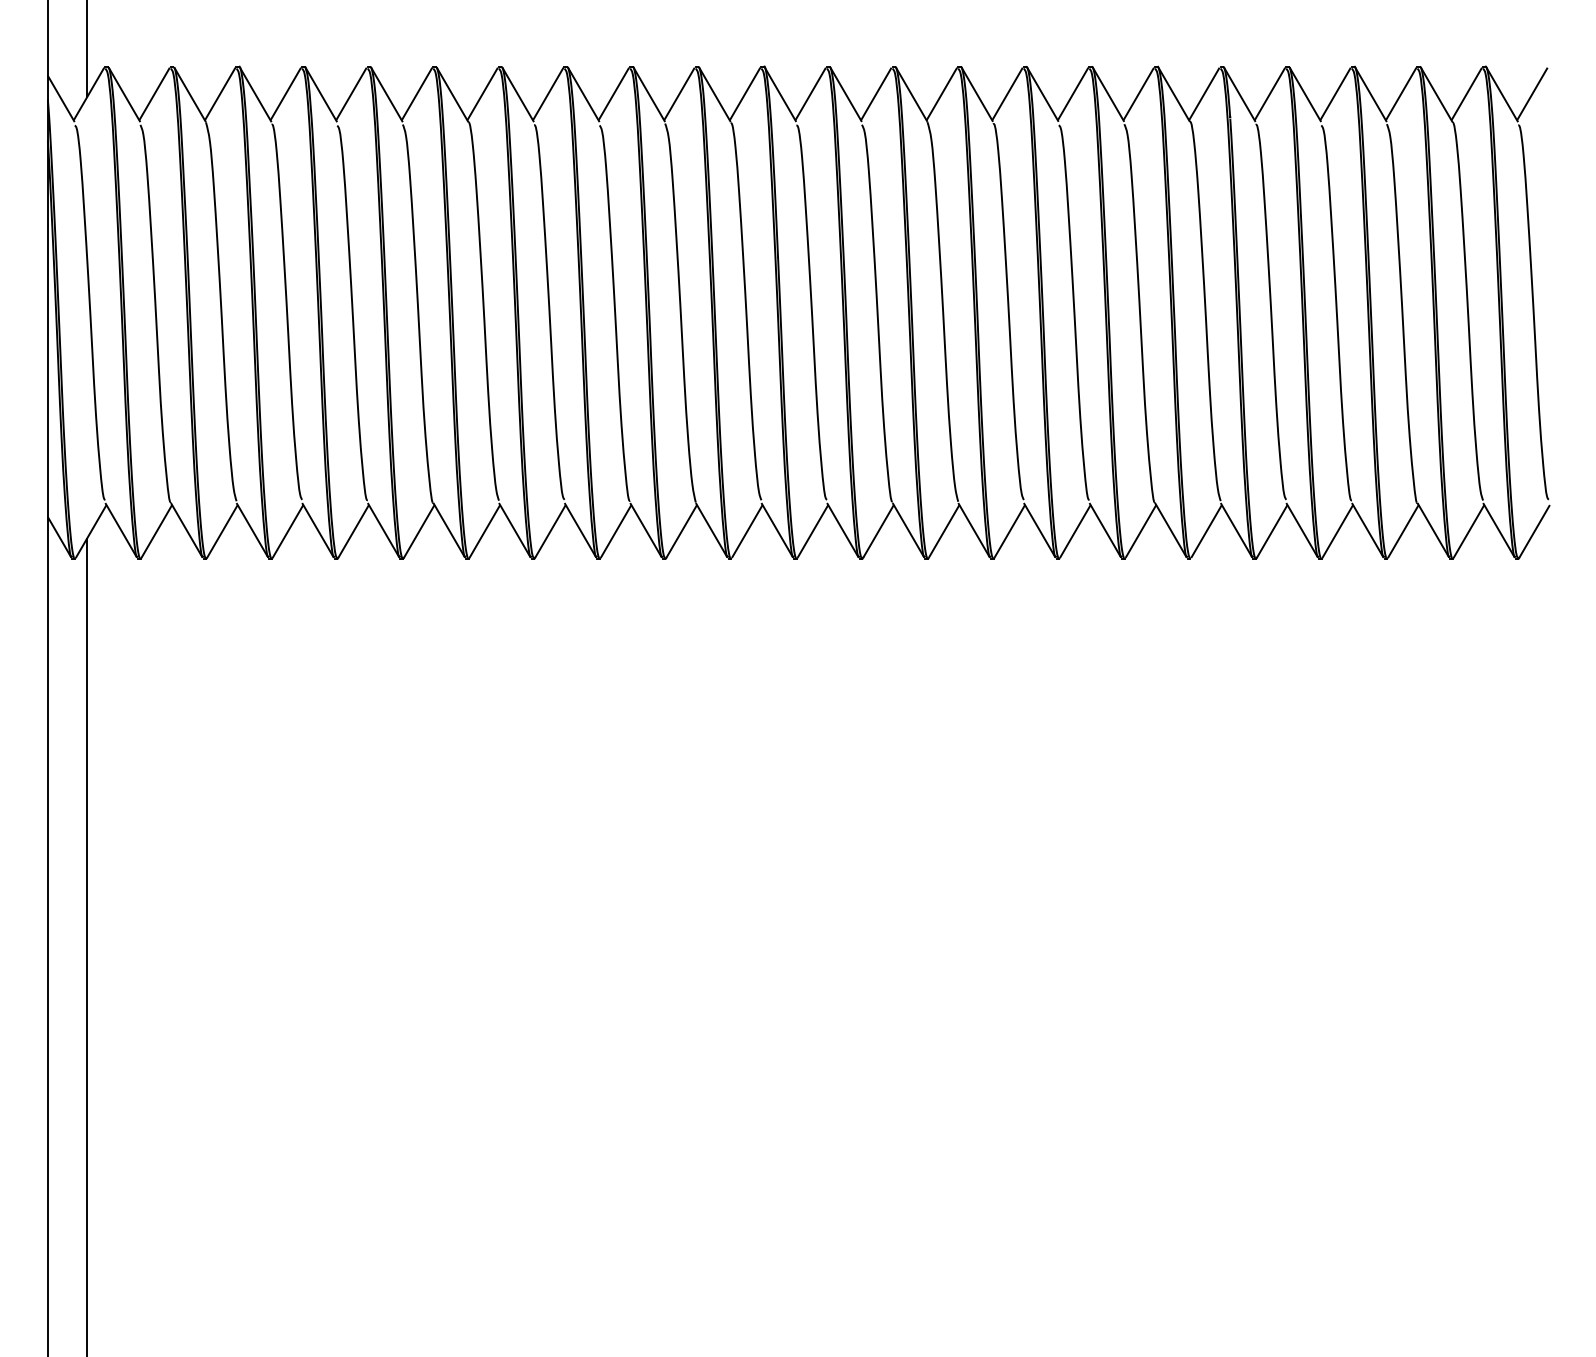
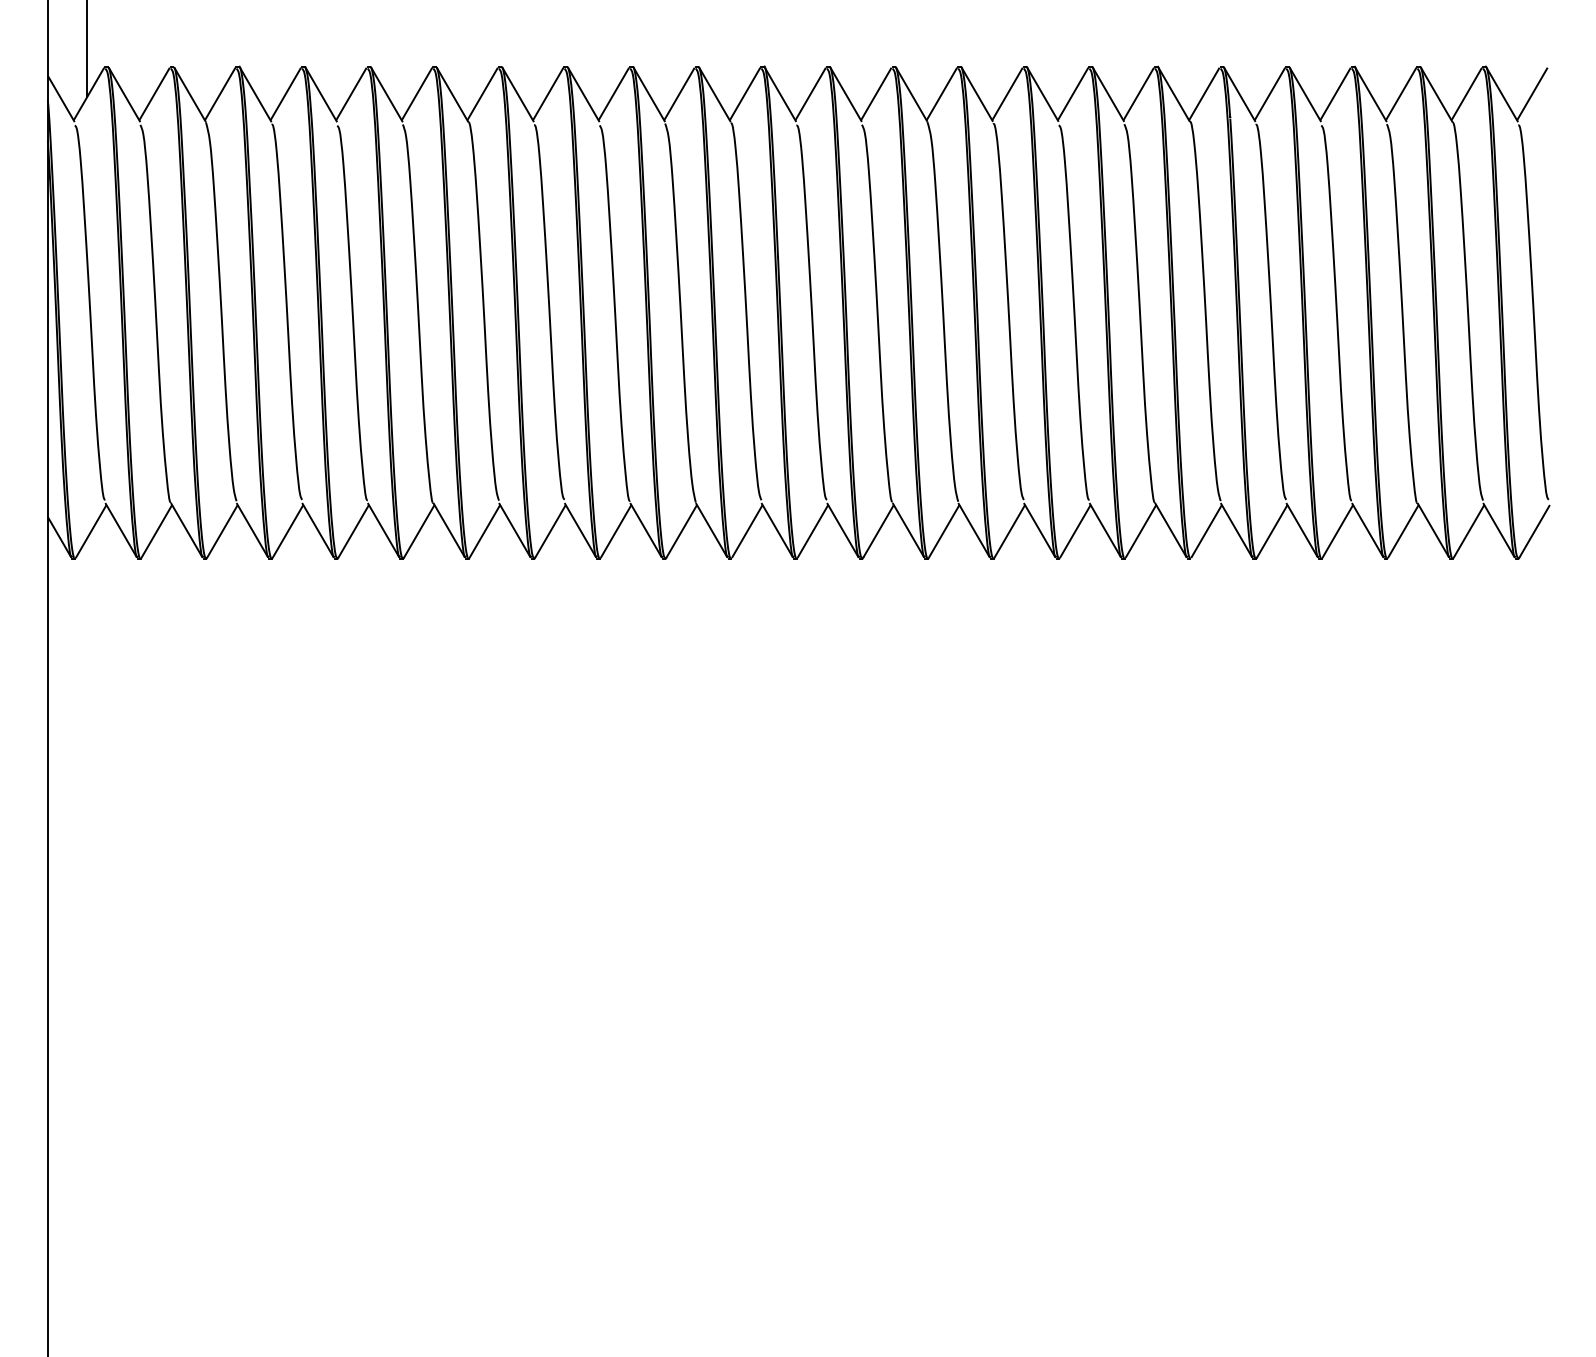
line at (87, 945): present -> none
